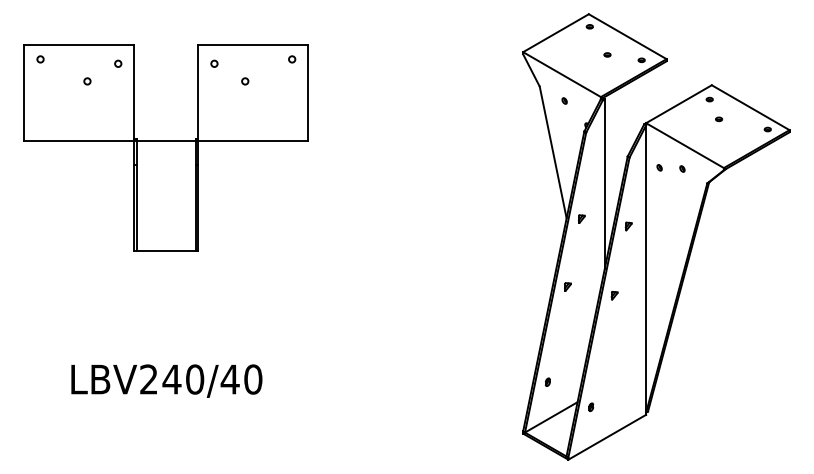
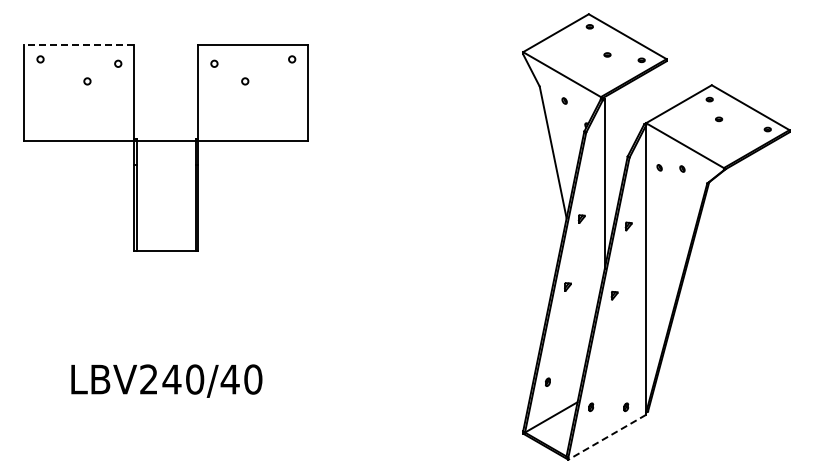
line at (79, 44): solid -> dashed
part at (626, 406): none -> present
line at (607, 437): solid -> dashed
